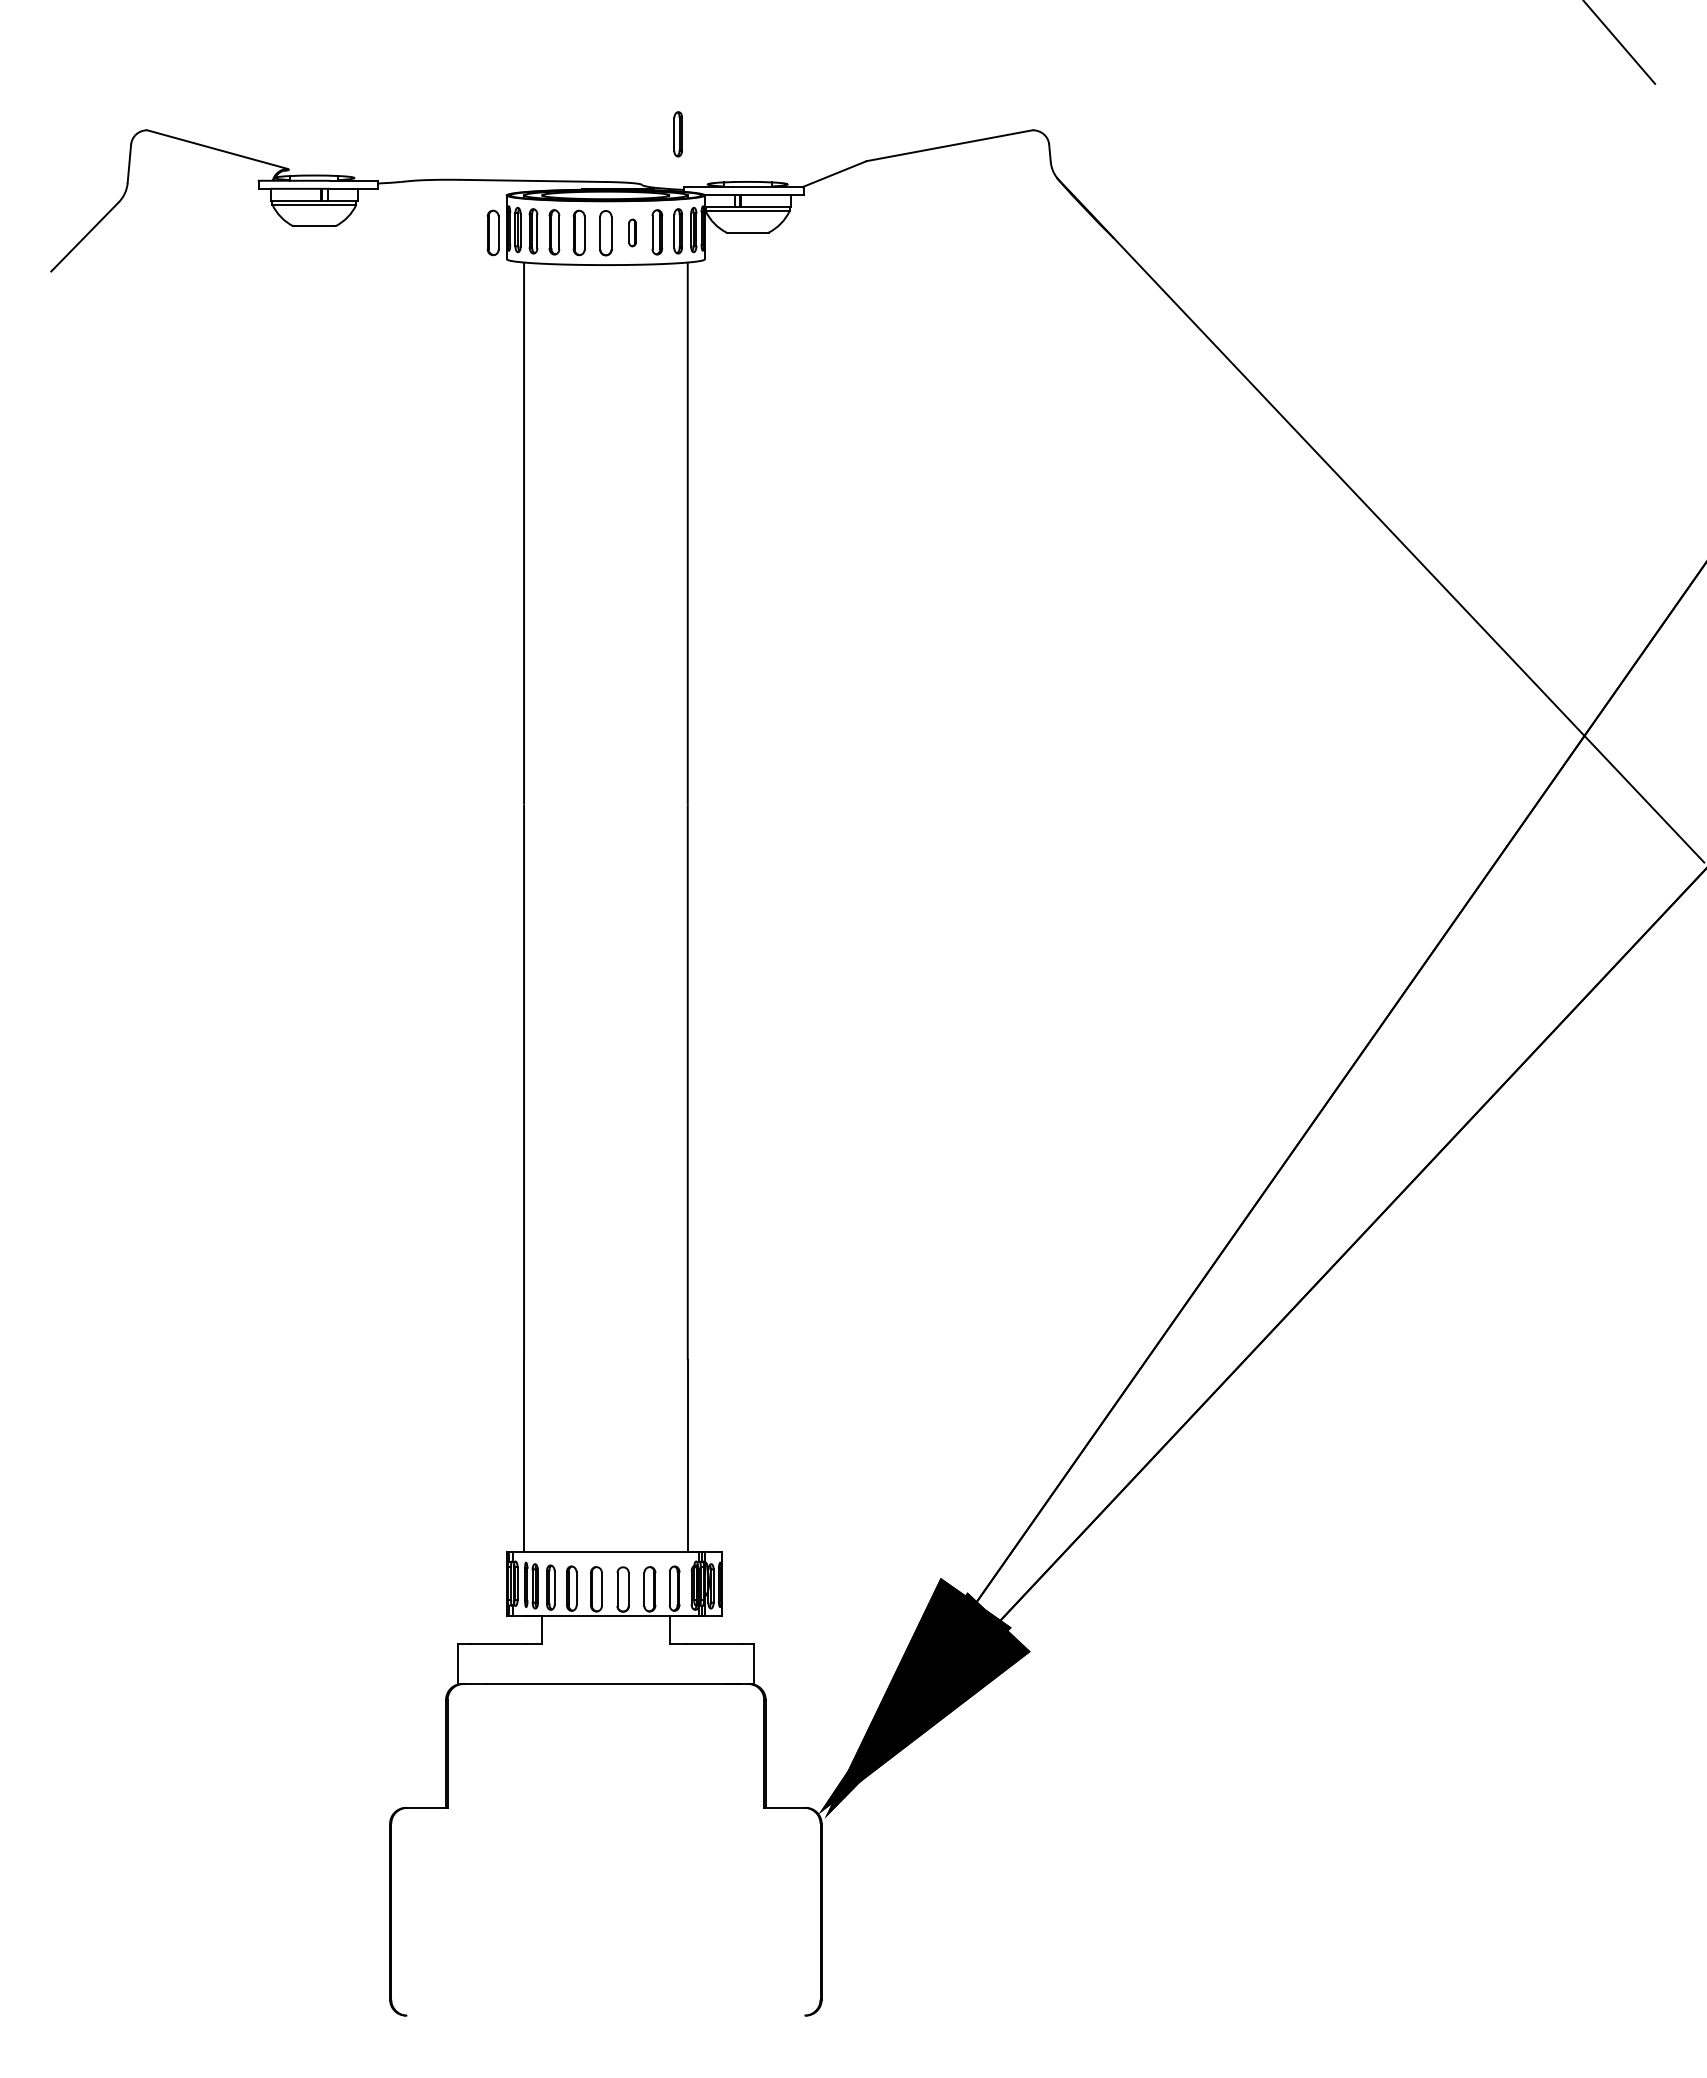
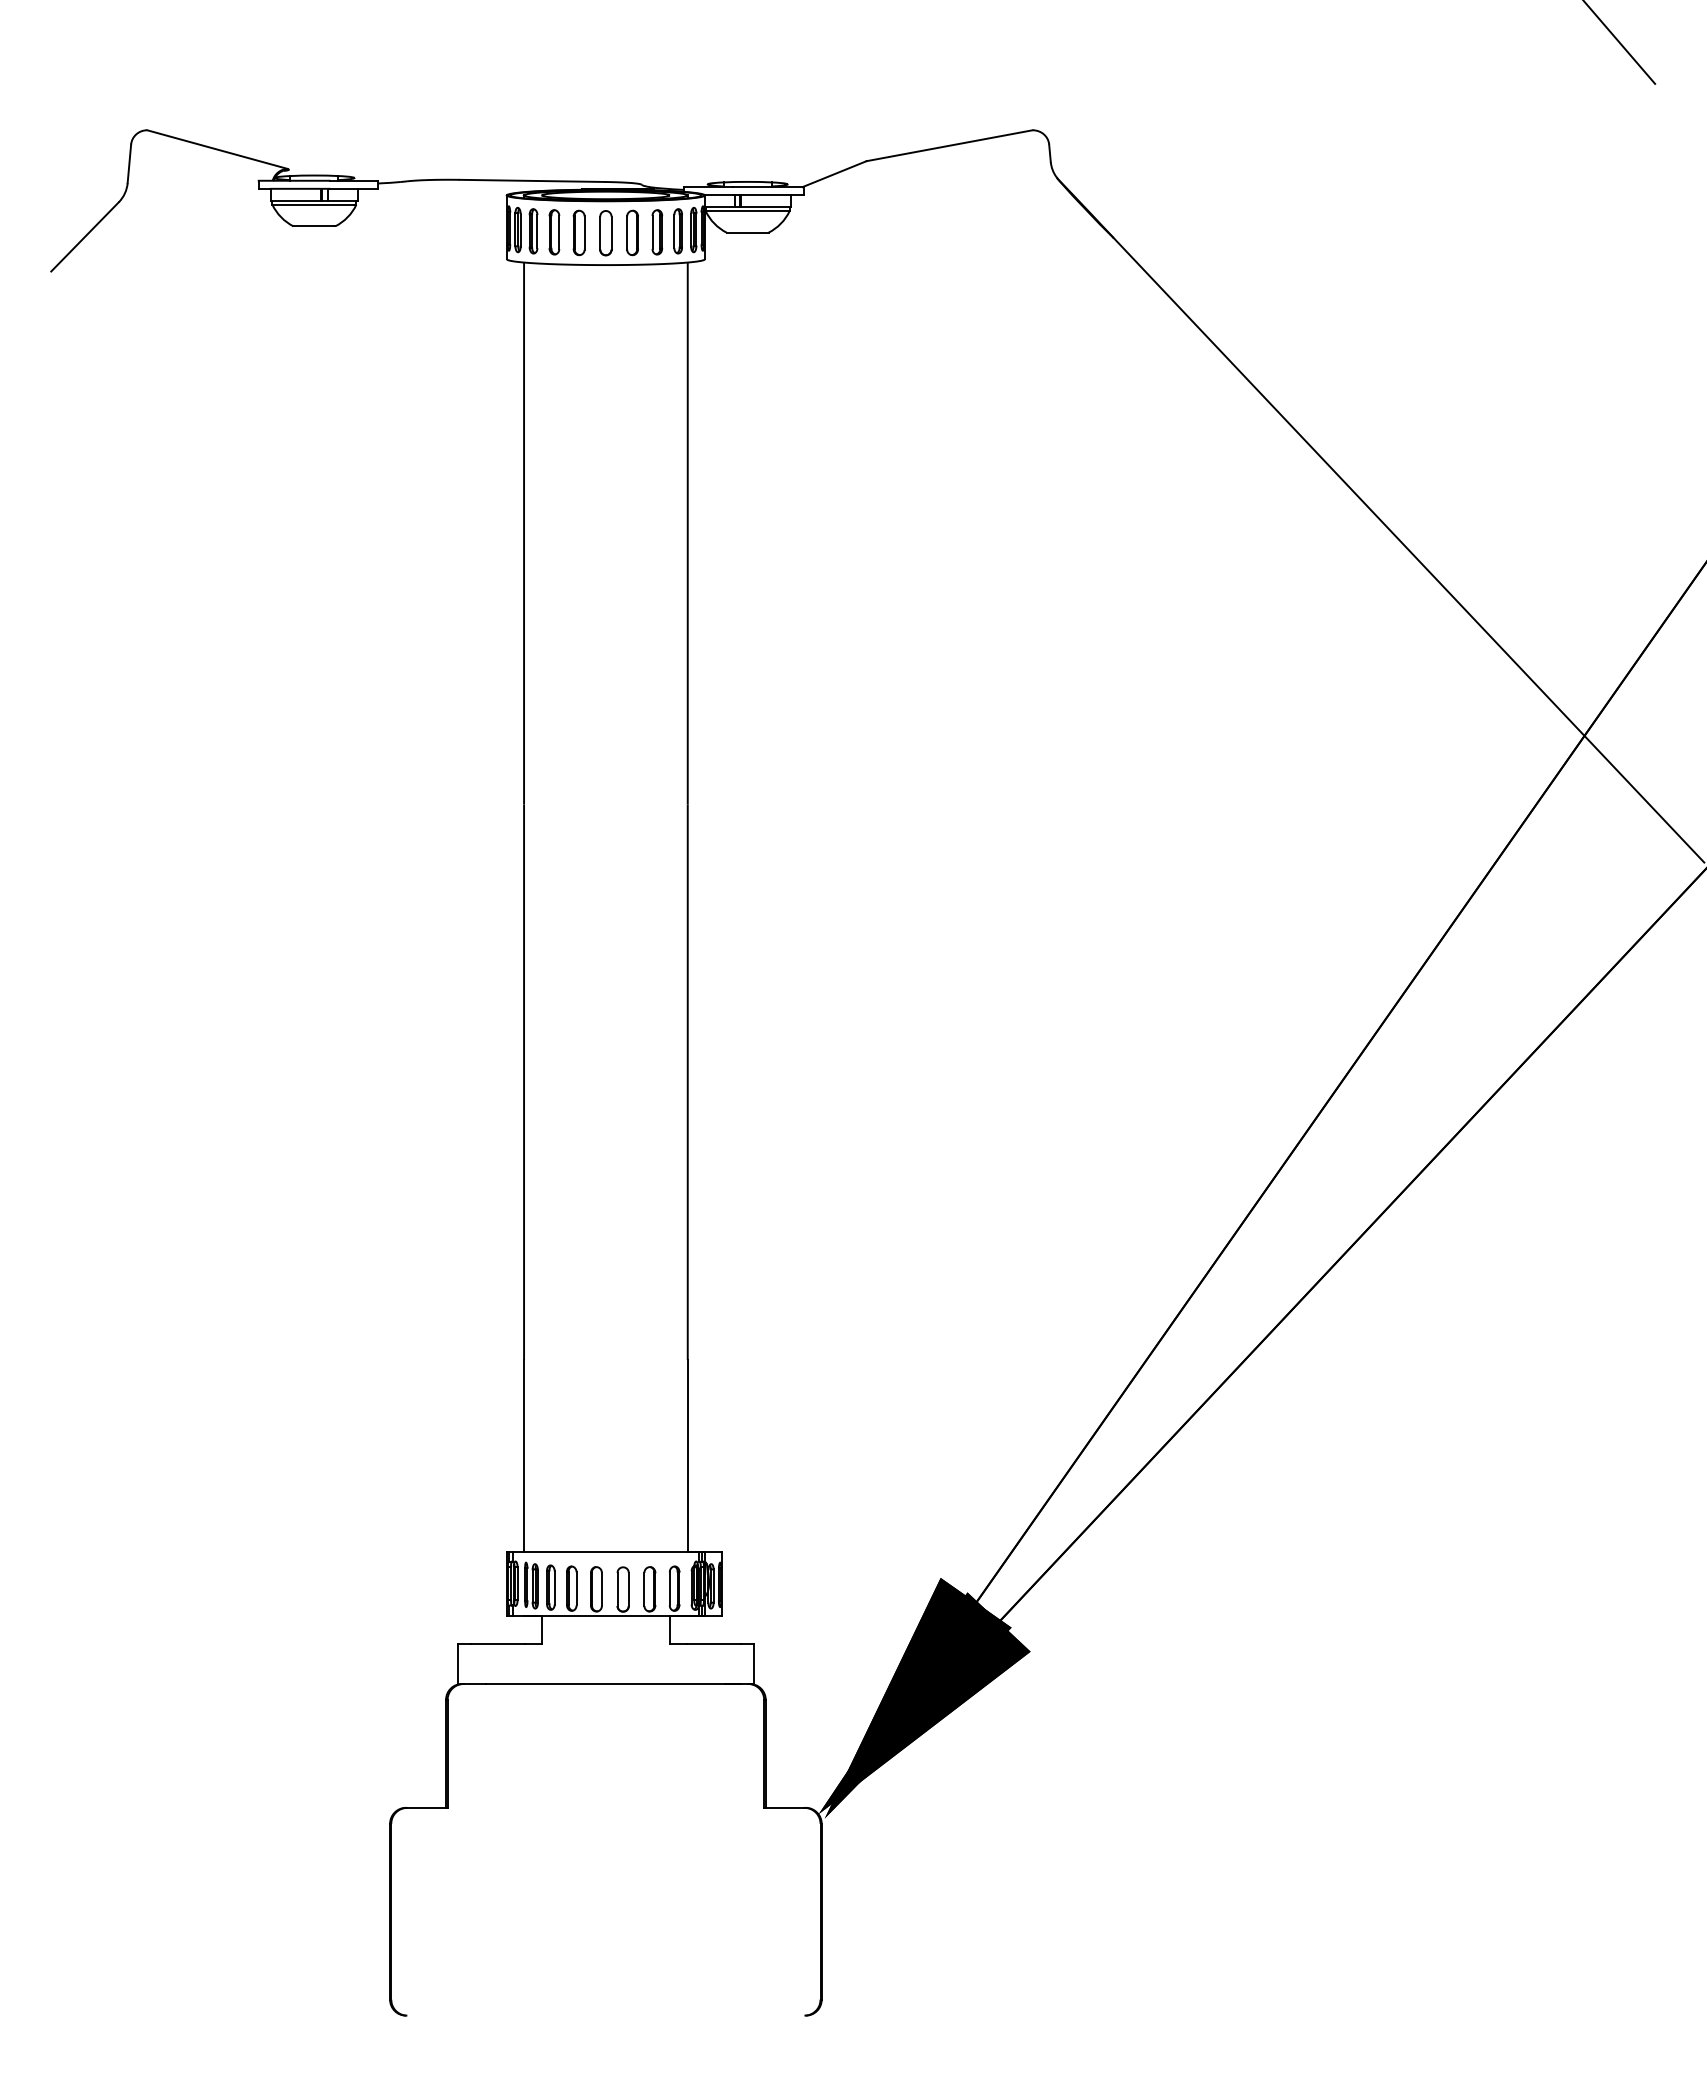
part at (677, 134): present -> none
part at (492, 232): present -> none
part at (632, 232) size: 9x30 px -> 13x48 px
